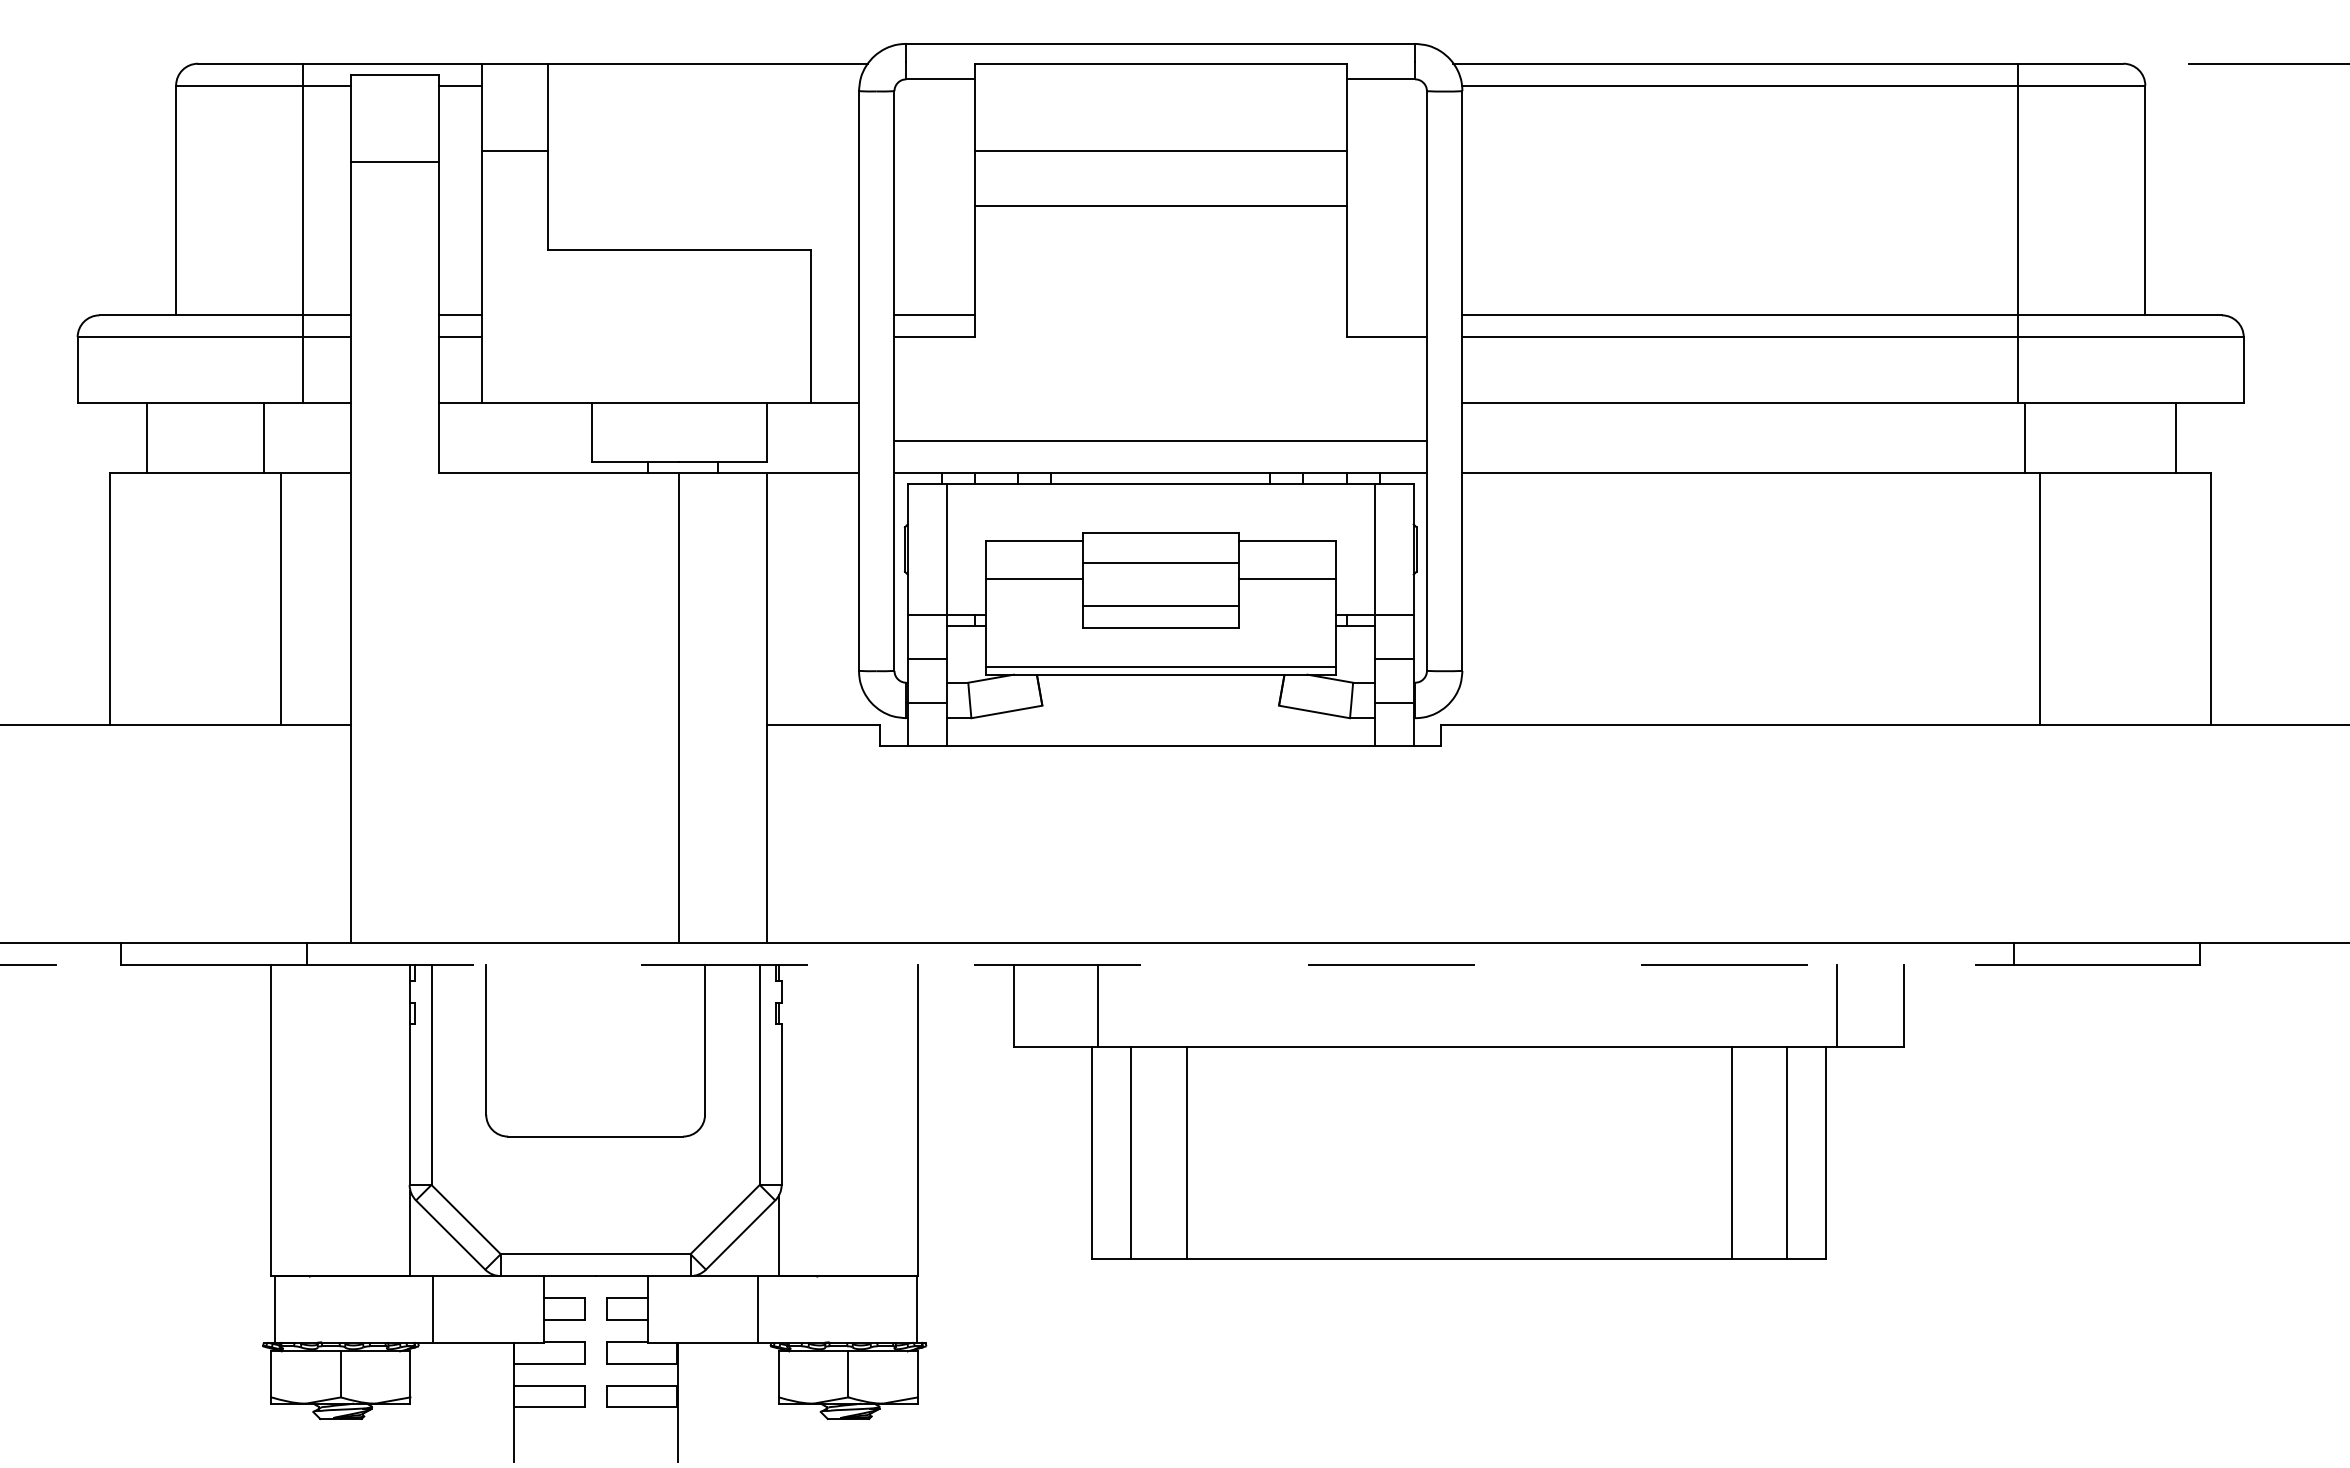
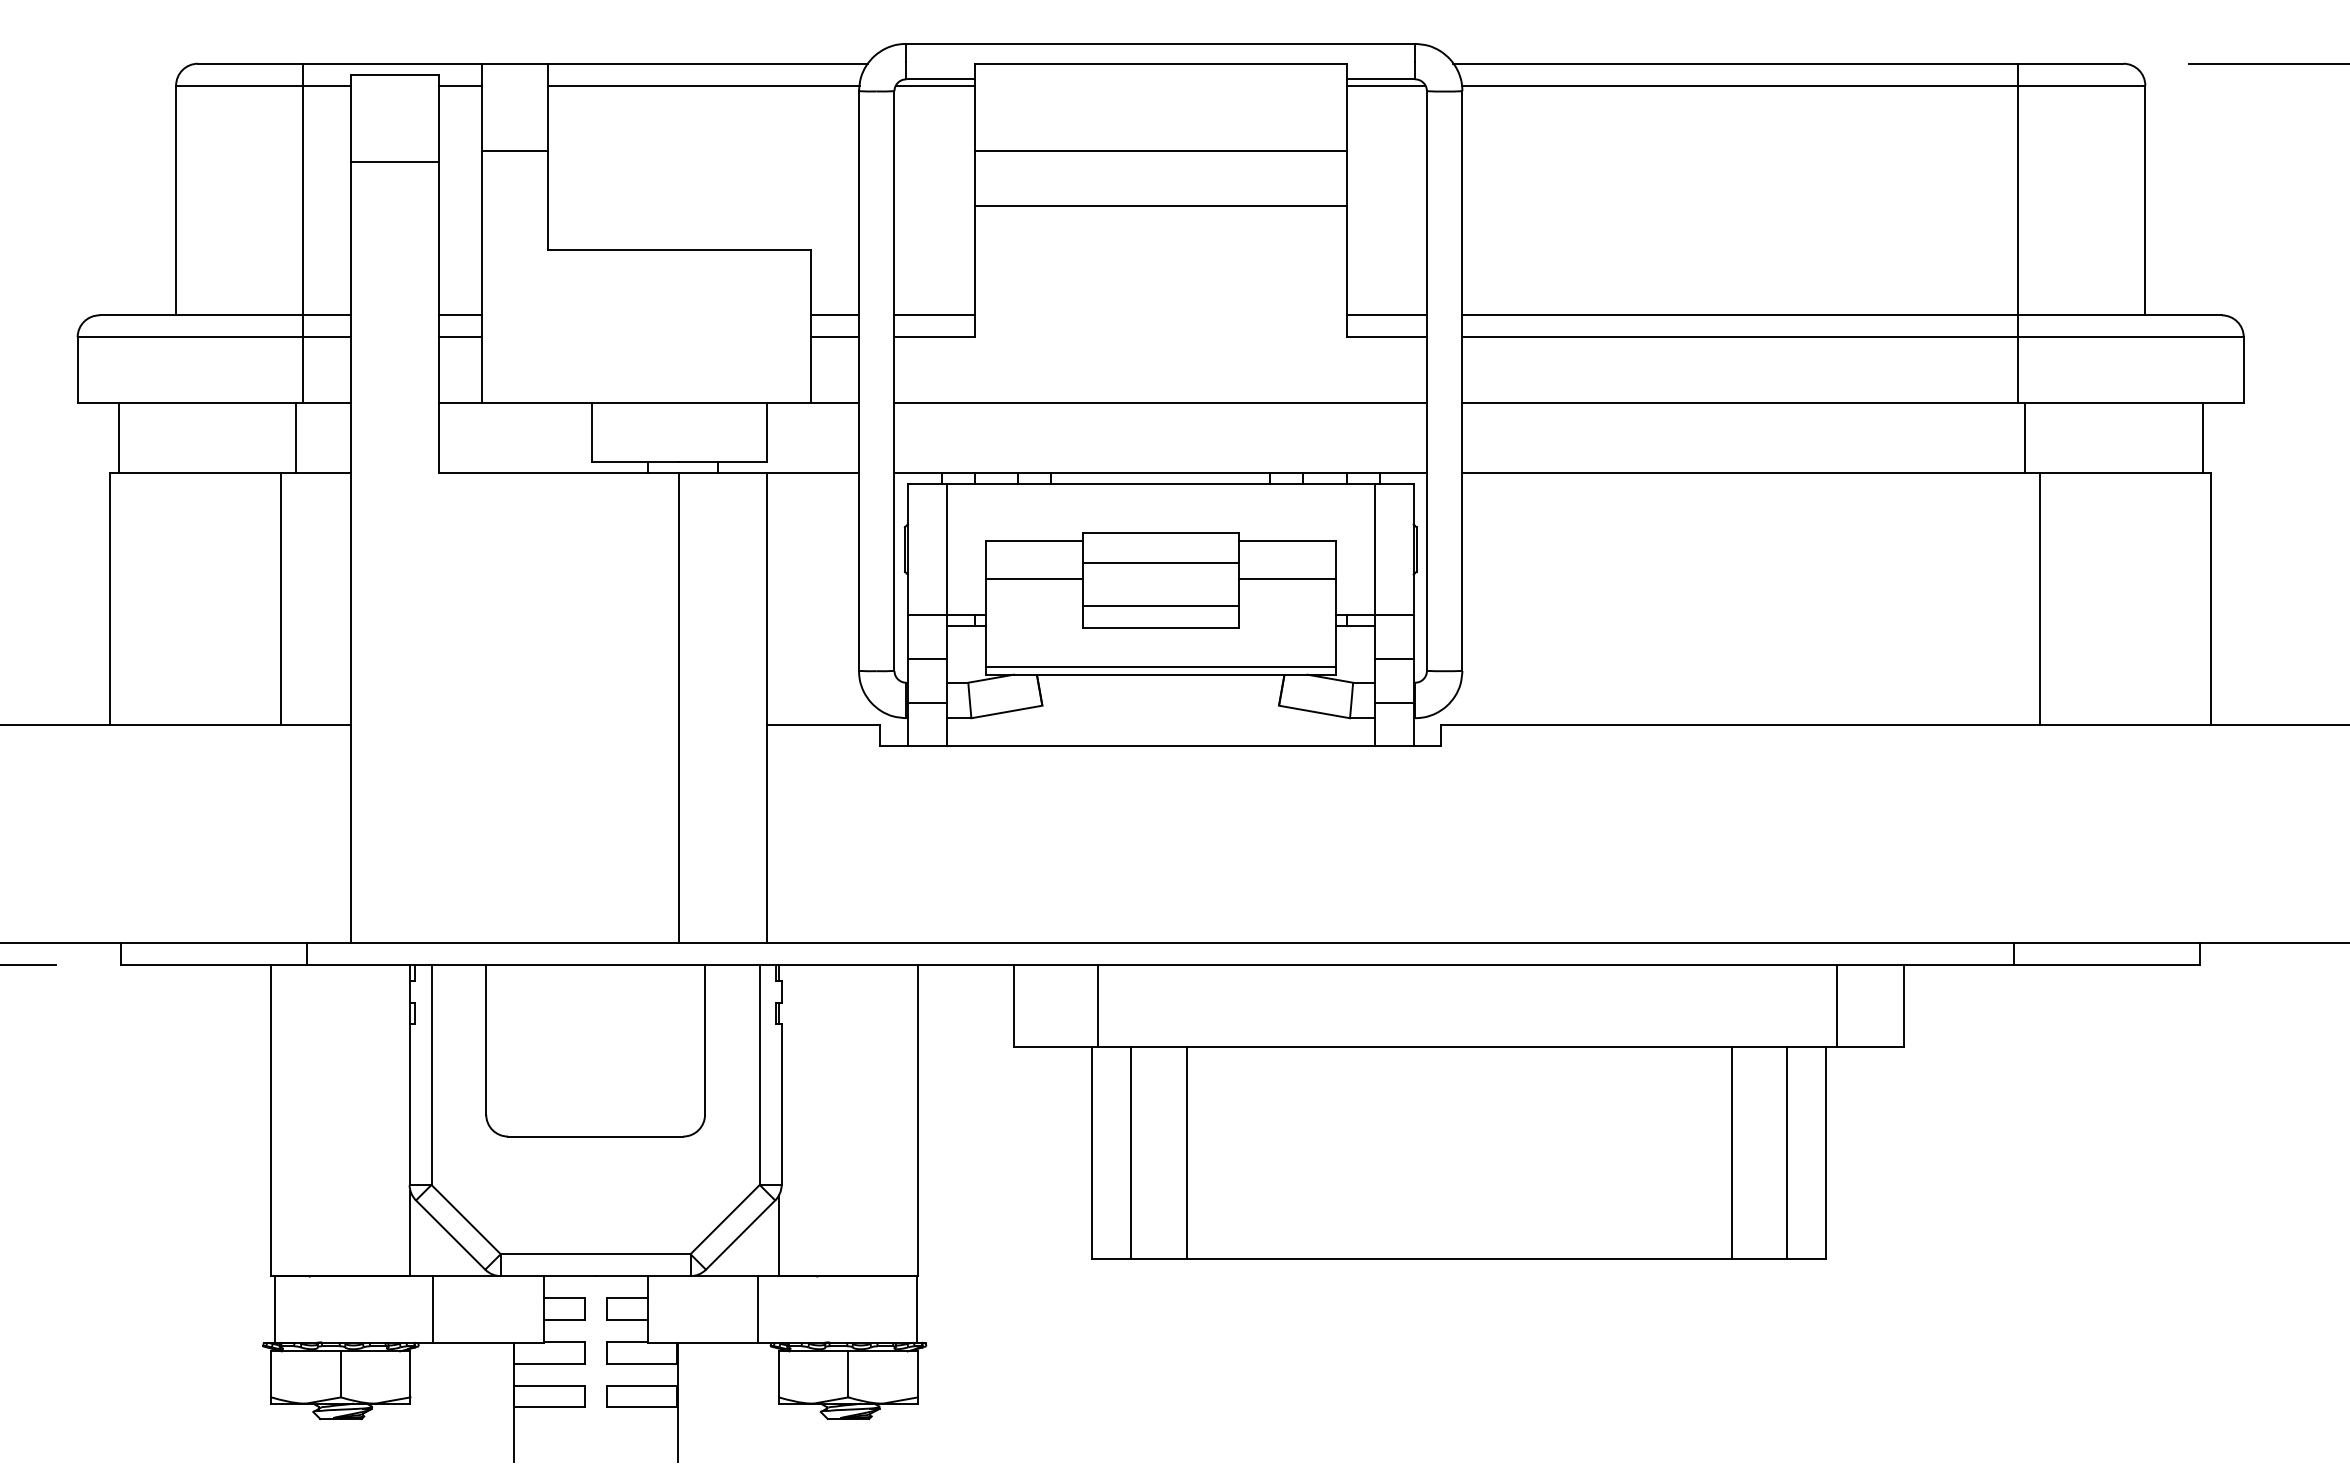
line at (703, 85): none -> present
line at (934, 85): none -> present
line at (1385, 85): none -> present
line at (834, 315): none -> present
line at (1386, 315): none -> present
line at (834, 337): none -> present
line at (146, 437) position: (146, 437) -> (118, 437)
line at (264, 437) position: (264, 437) -> (296, 437)
line at (2175, 437) position: (2175, 437) -> (2202, 437)
line at (1160, 440) position: (1160, 440) -> (1160, 402)
line at (1160, 965): dashed -> solid
